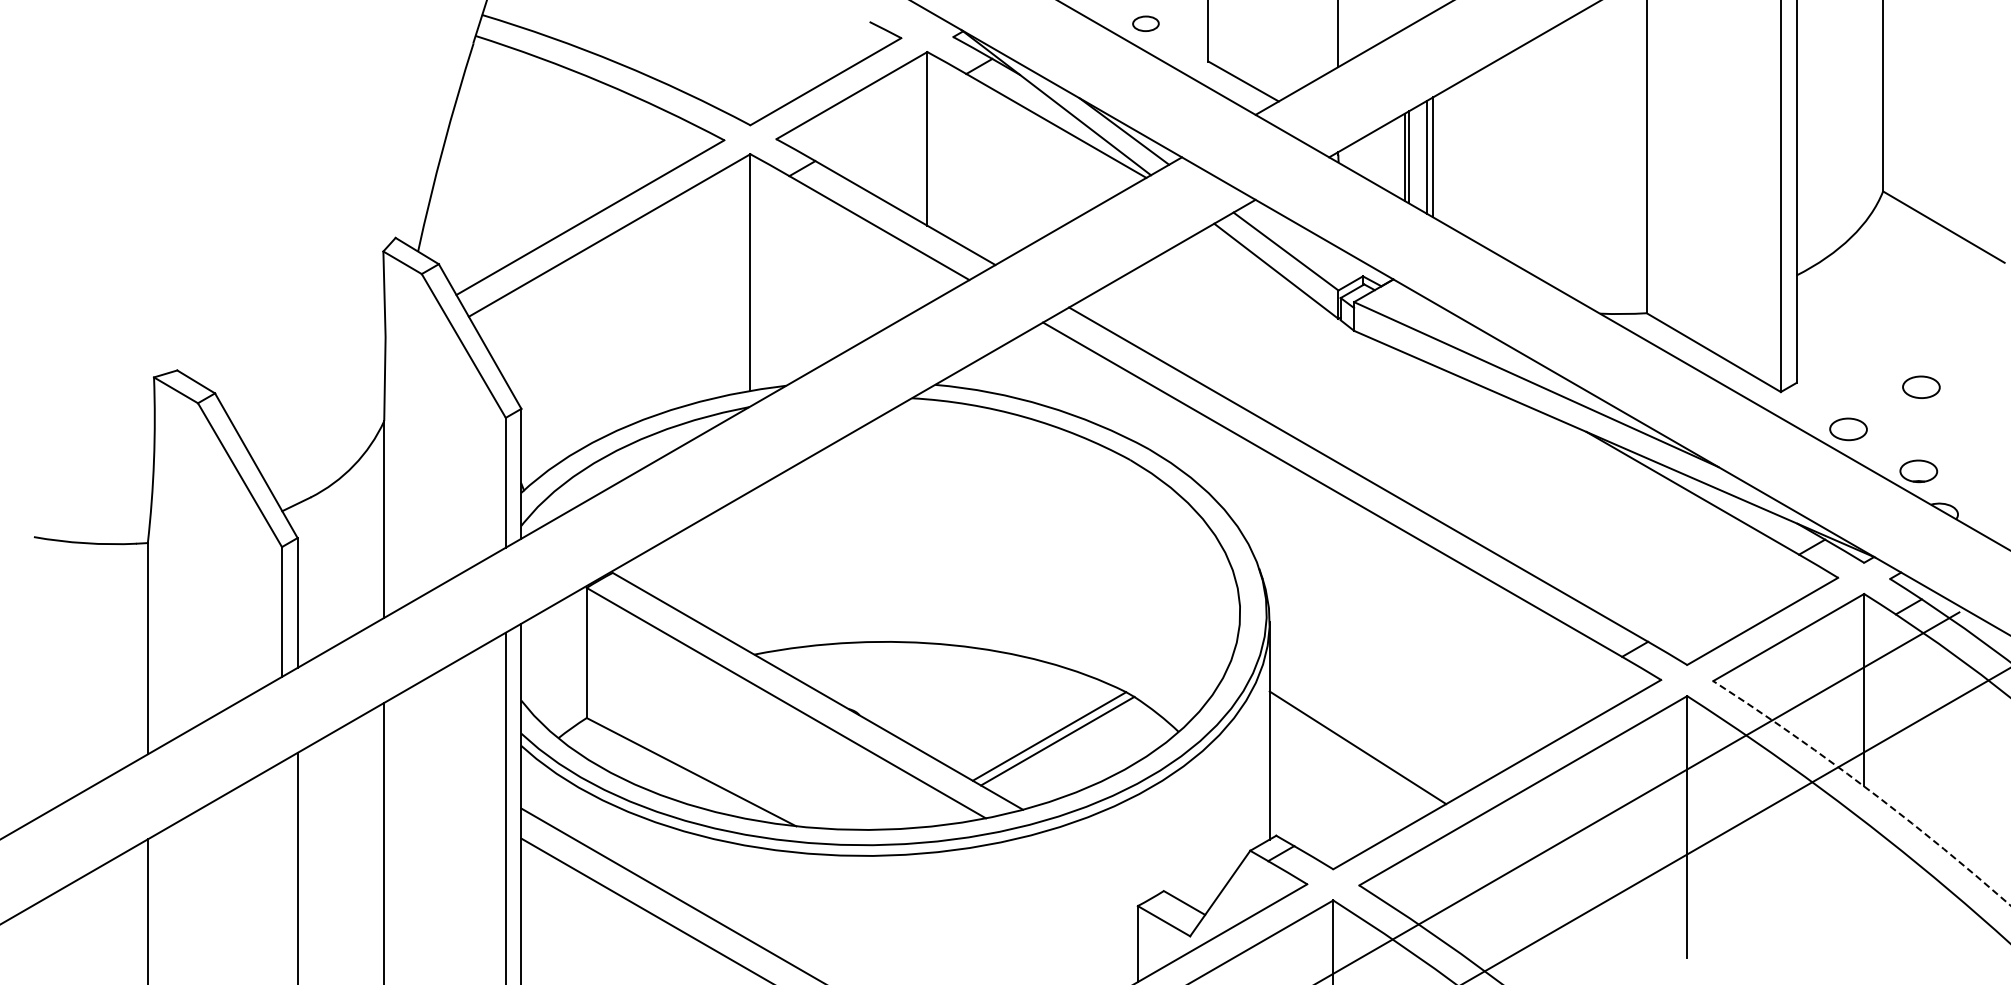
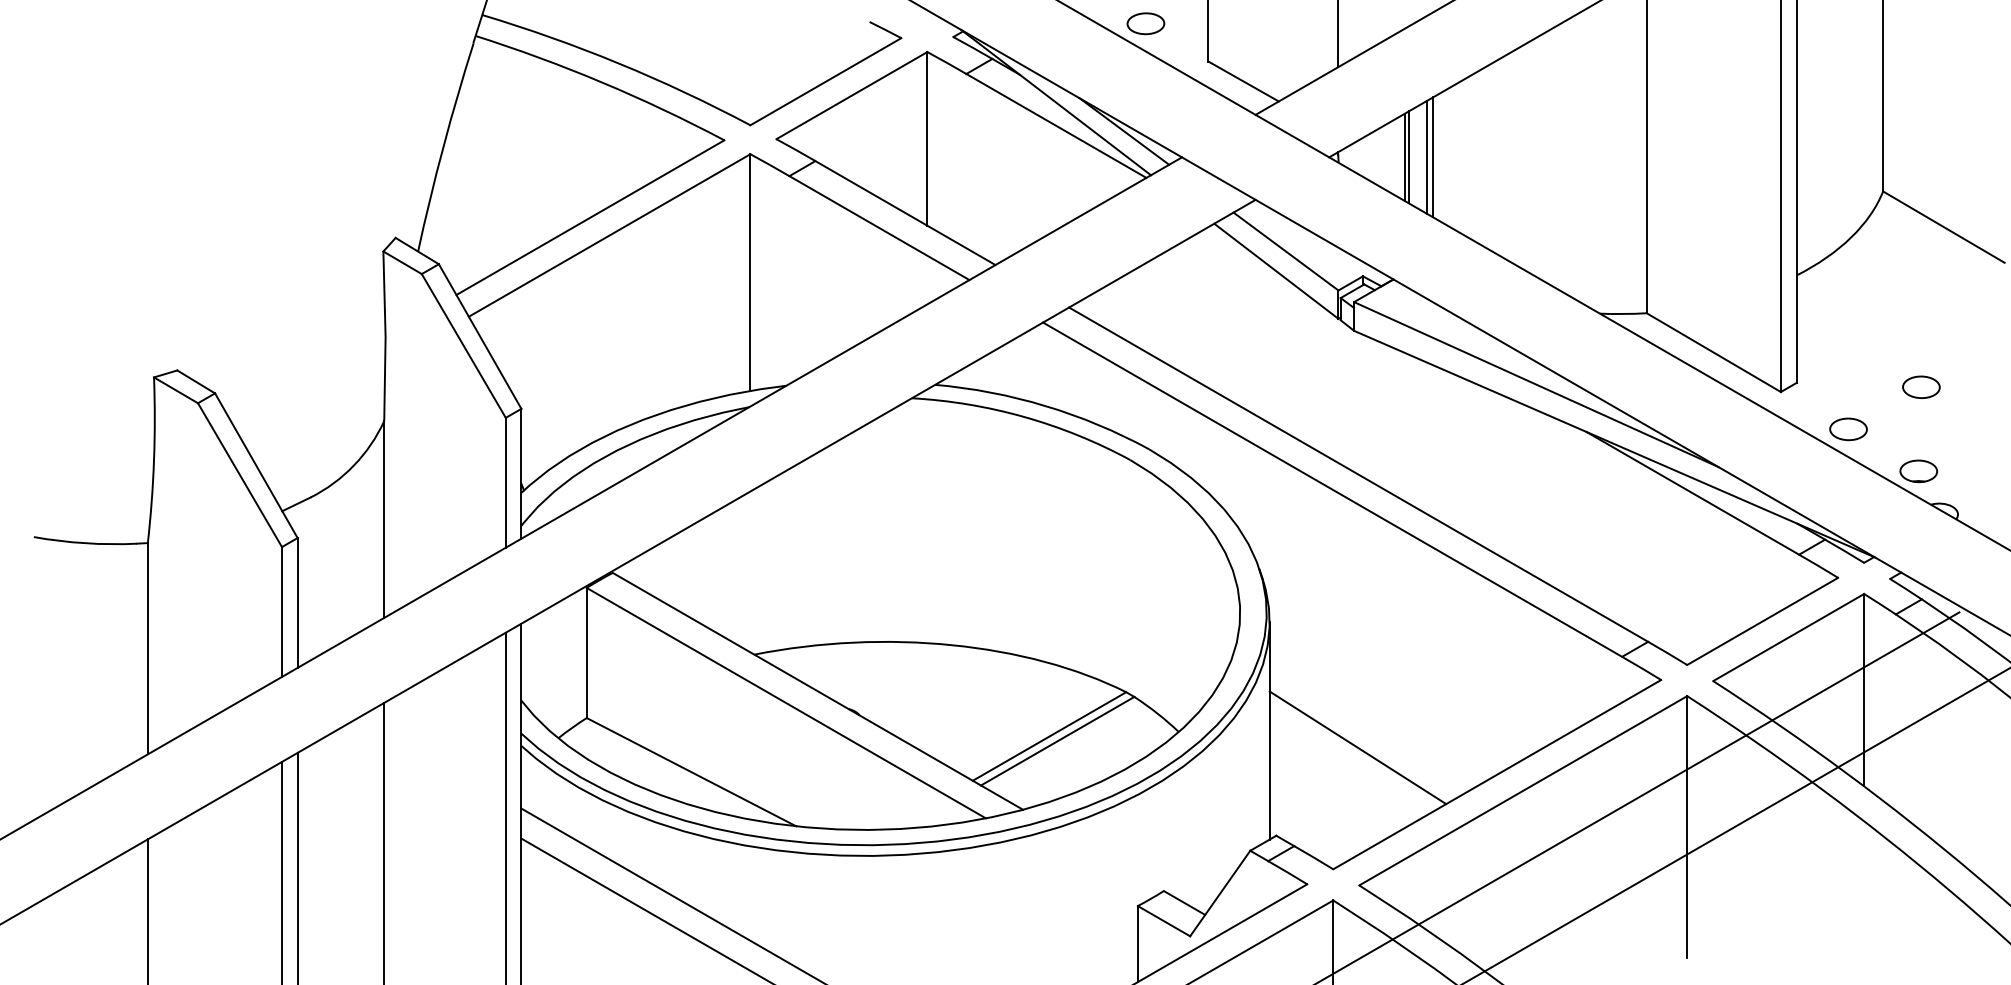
part at (1145, 23) size: 28x17 px -> 40x24 px
arc at (1866, 788): dashed -> solid
line at (282, 871): none -> present
